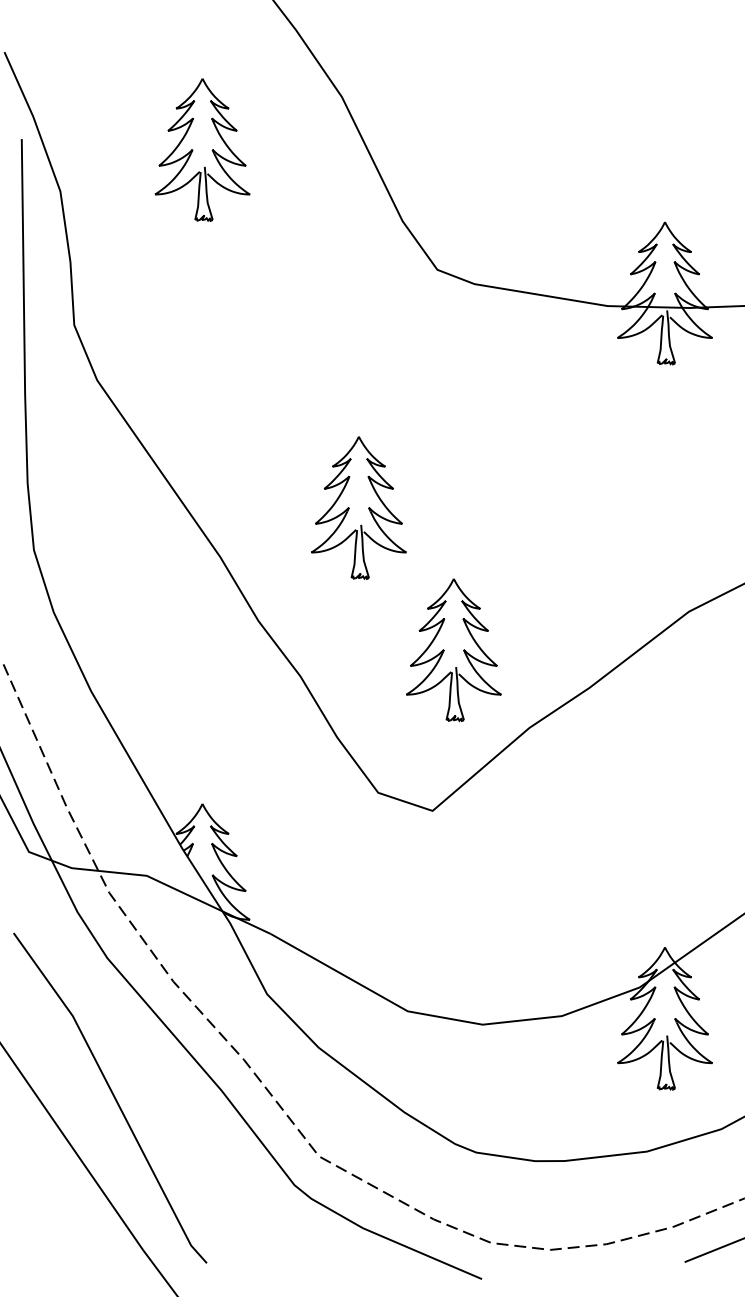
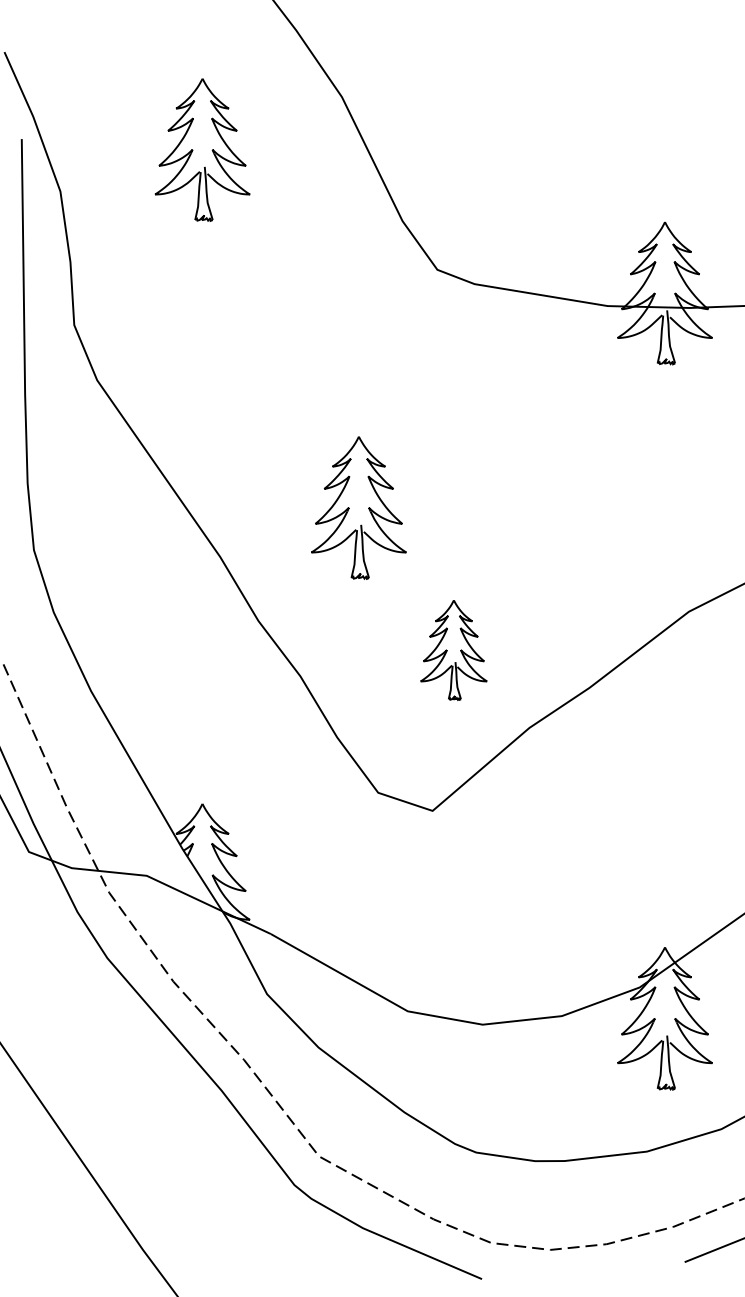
part at (453, 650) size: 96x145 px -> 68x101 px
line at (112, 1095): present -> none
